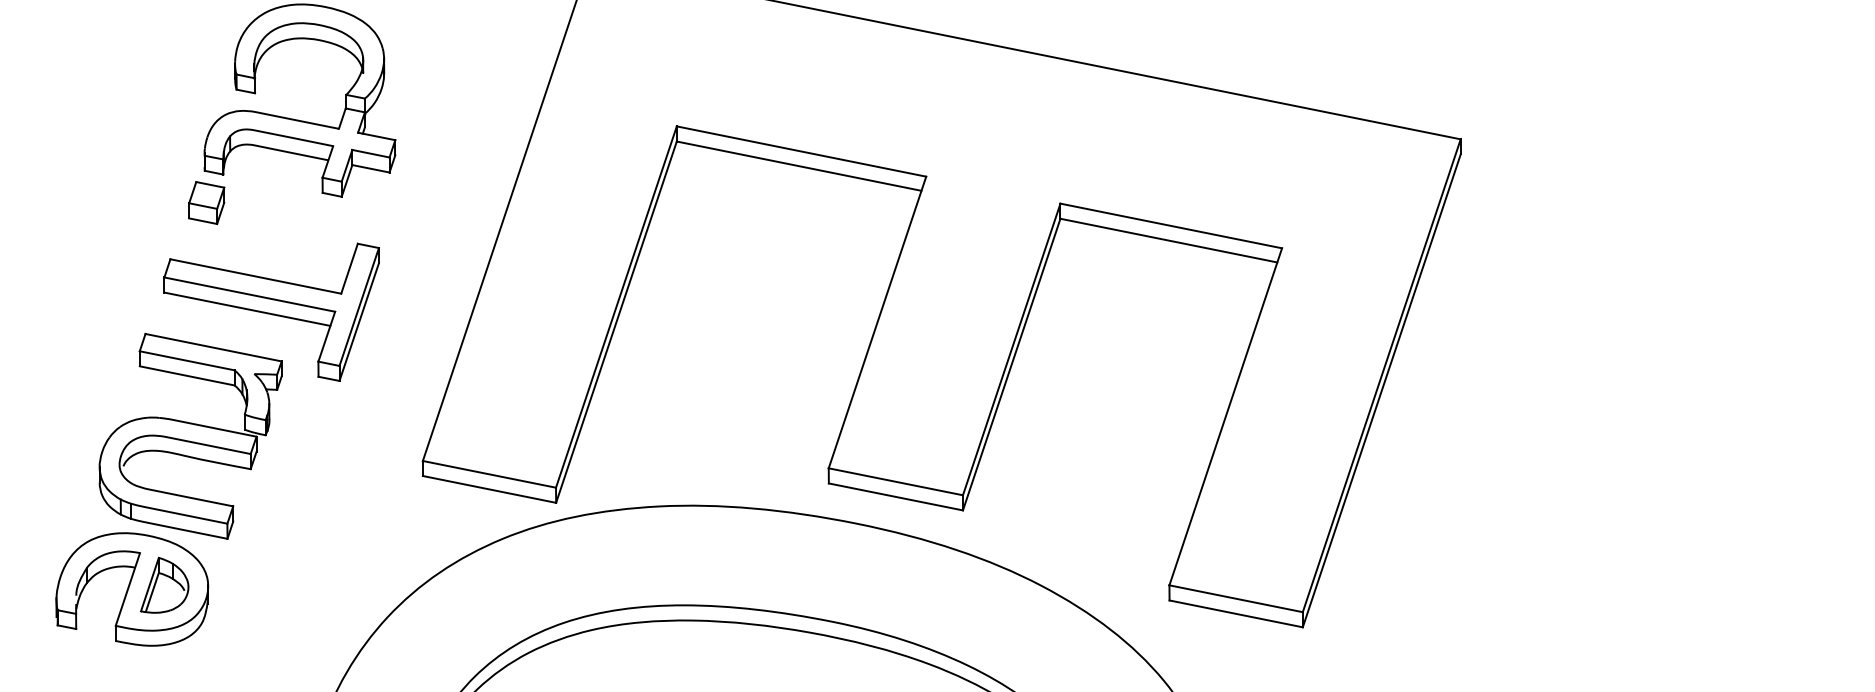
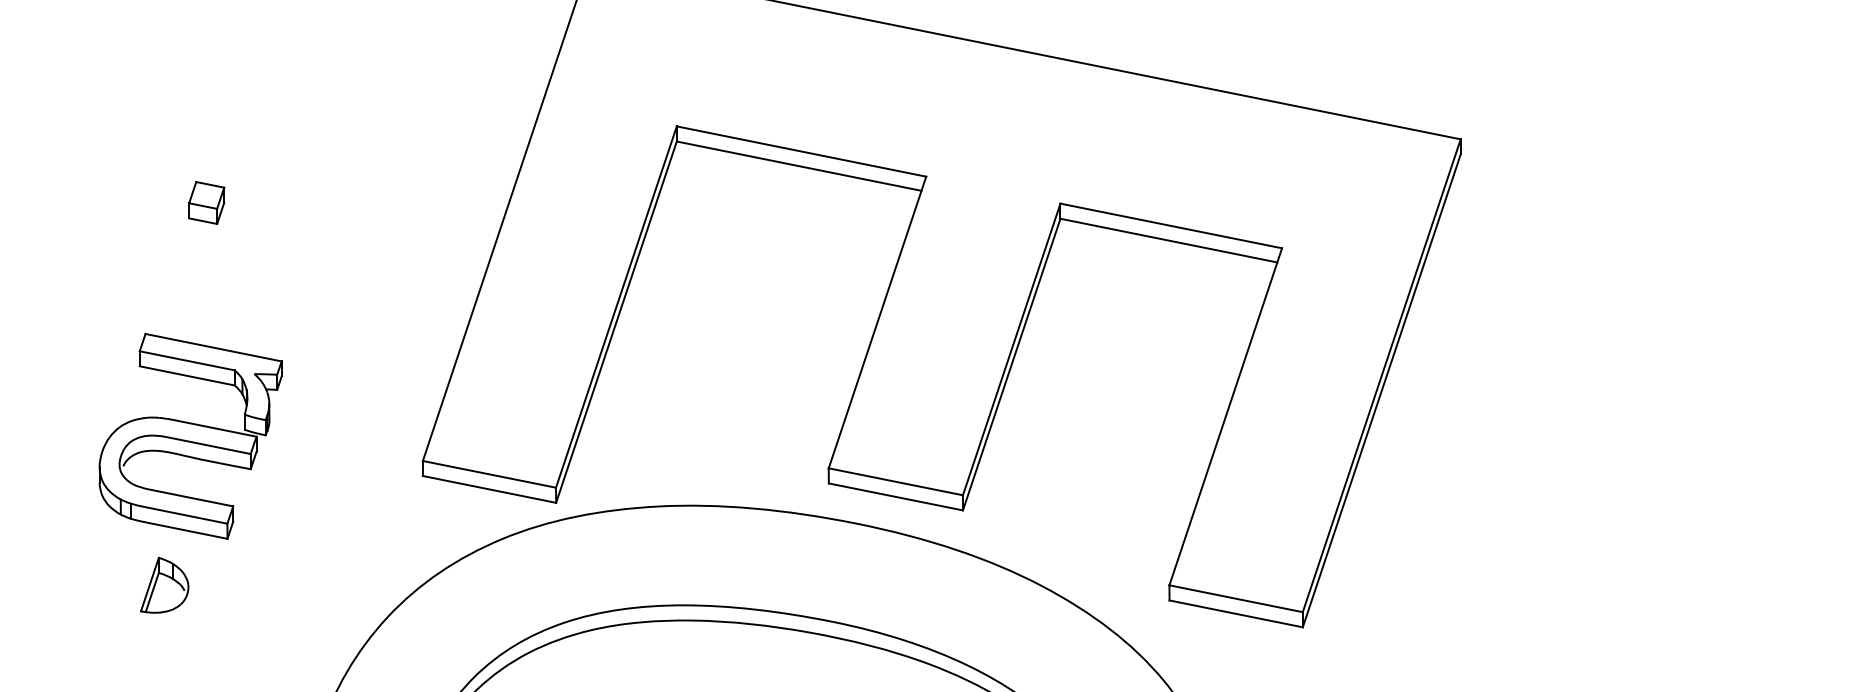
part at (293, 118): present -> none
part at (271, 311): present -> none
part at (132, 589): present -> none
